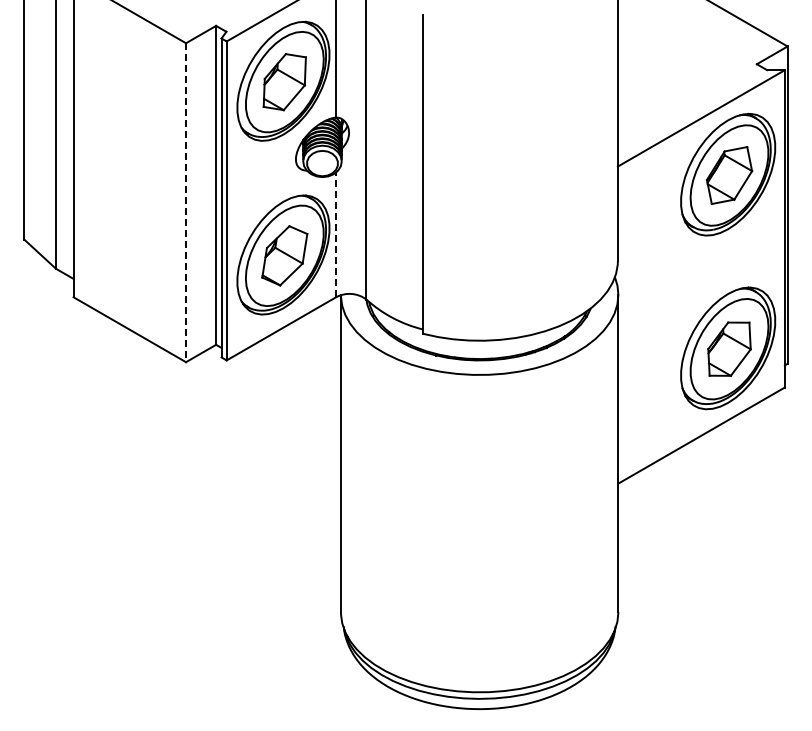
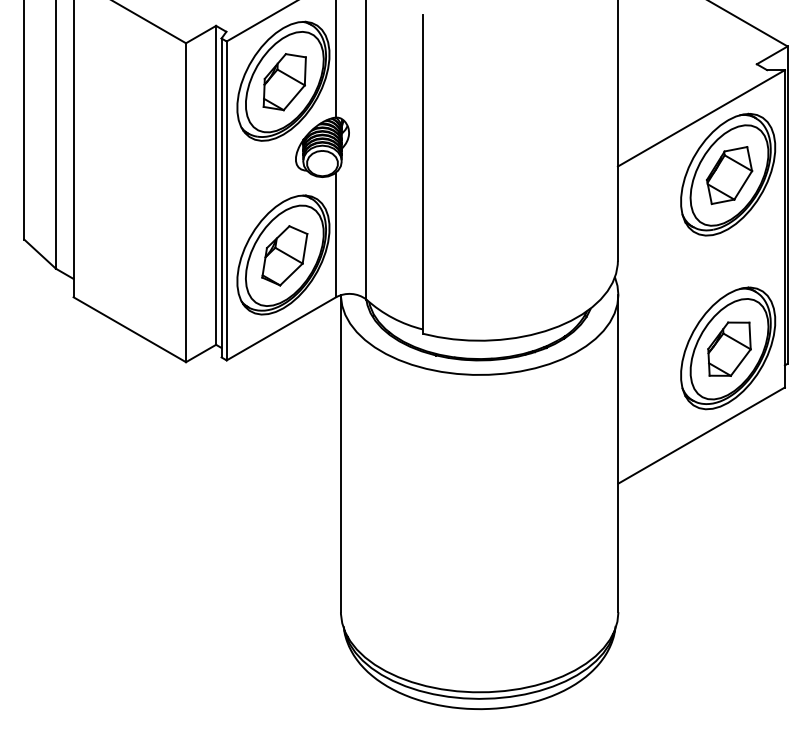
line at (186, 203): dashed -> solid
line at (336, 234): dashed -> solid
